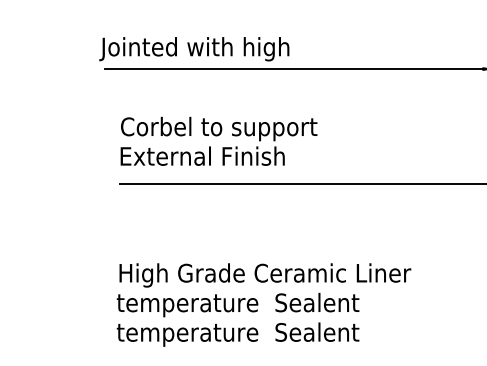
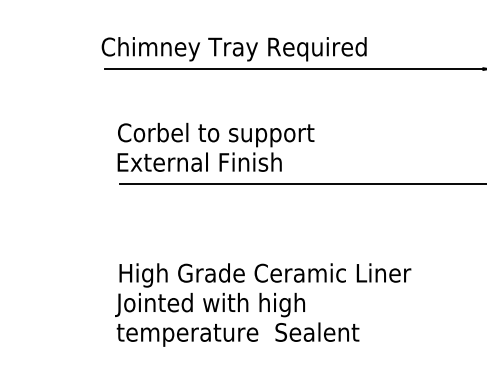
text at (232, 49): Jointed with high -> Chimney Tray Required
text at (218, 140) position: (218, 140) -> (215, 146)
text at (237, 304): temperature  Sealent -> Jointed with high
